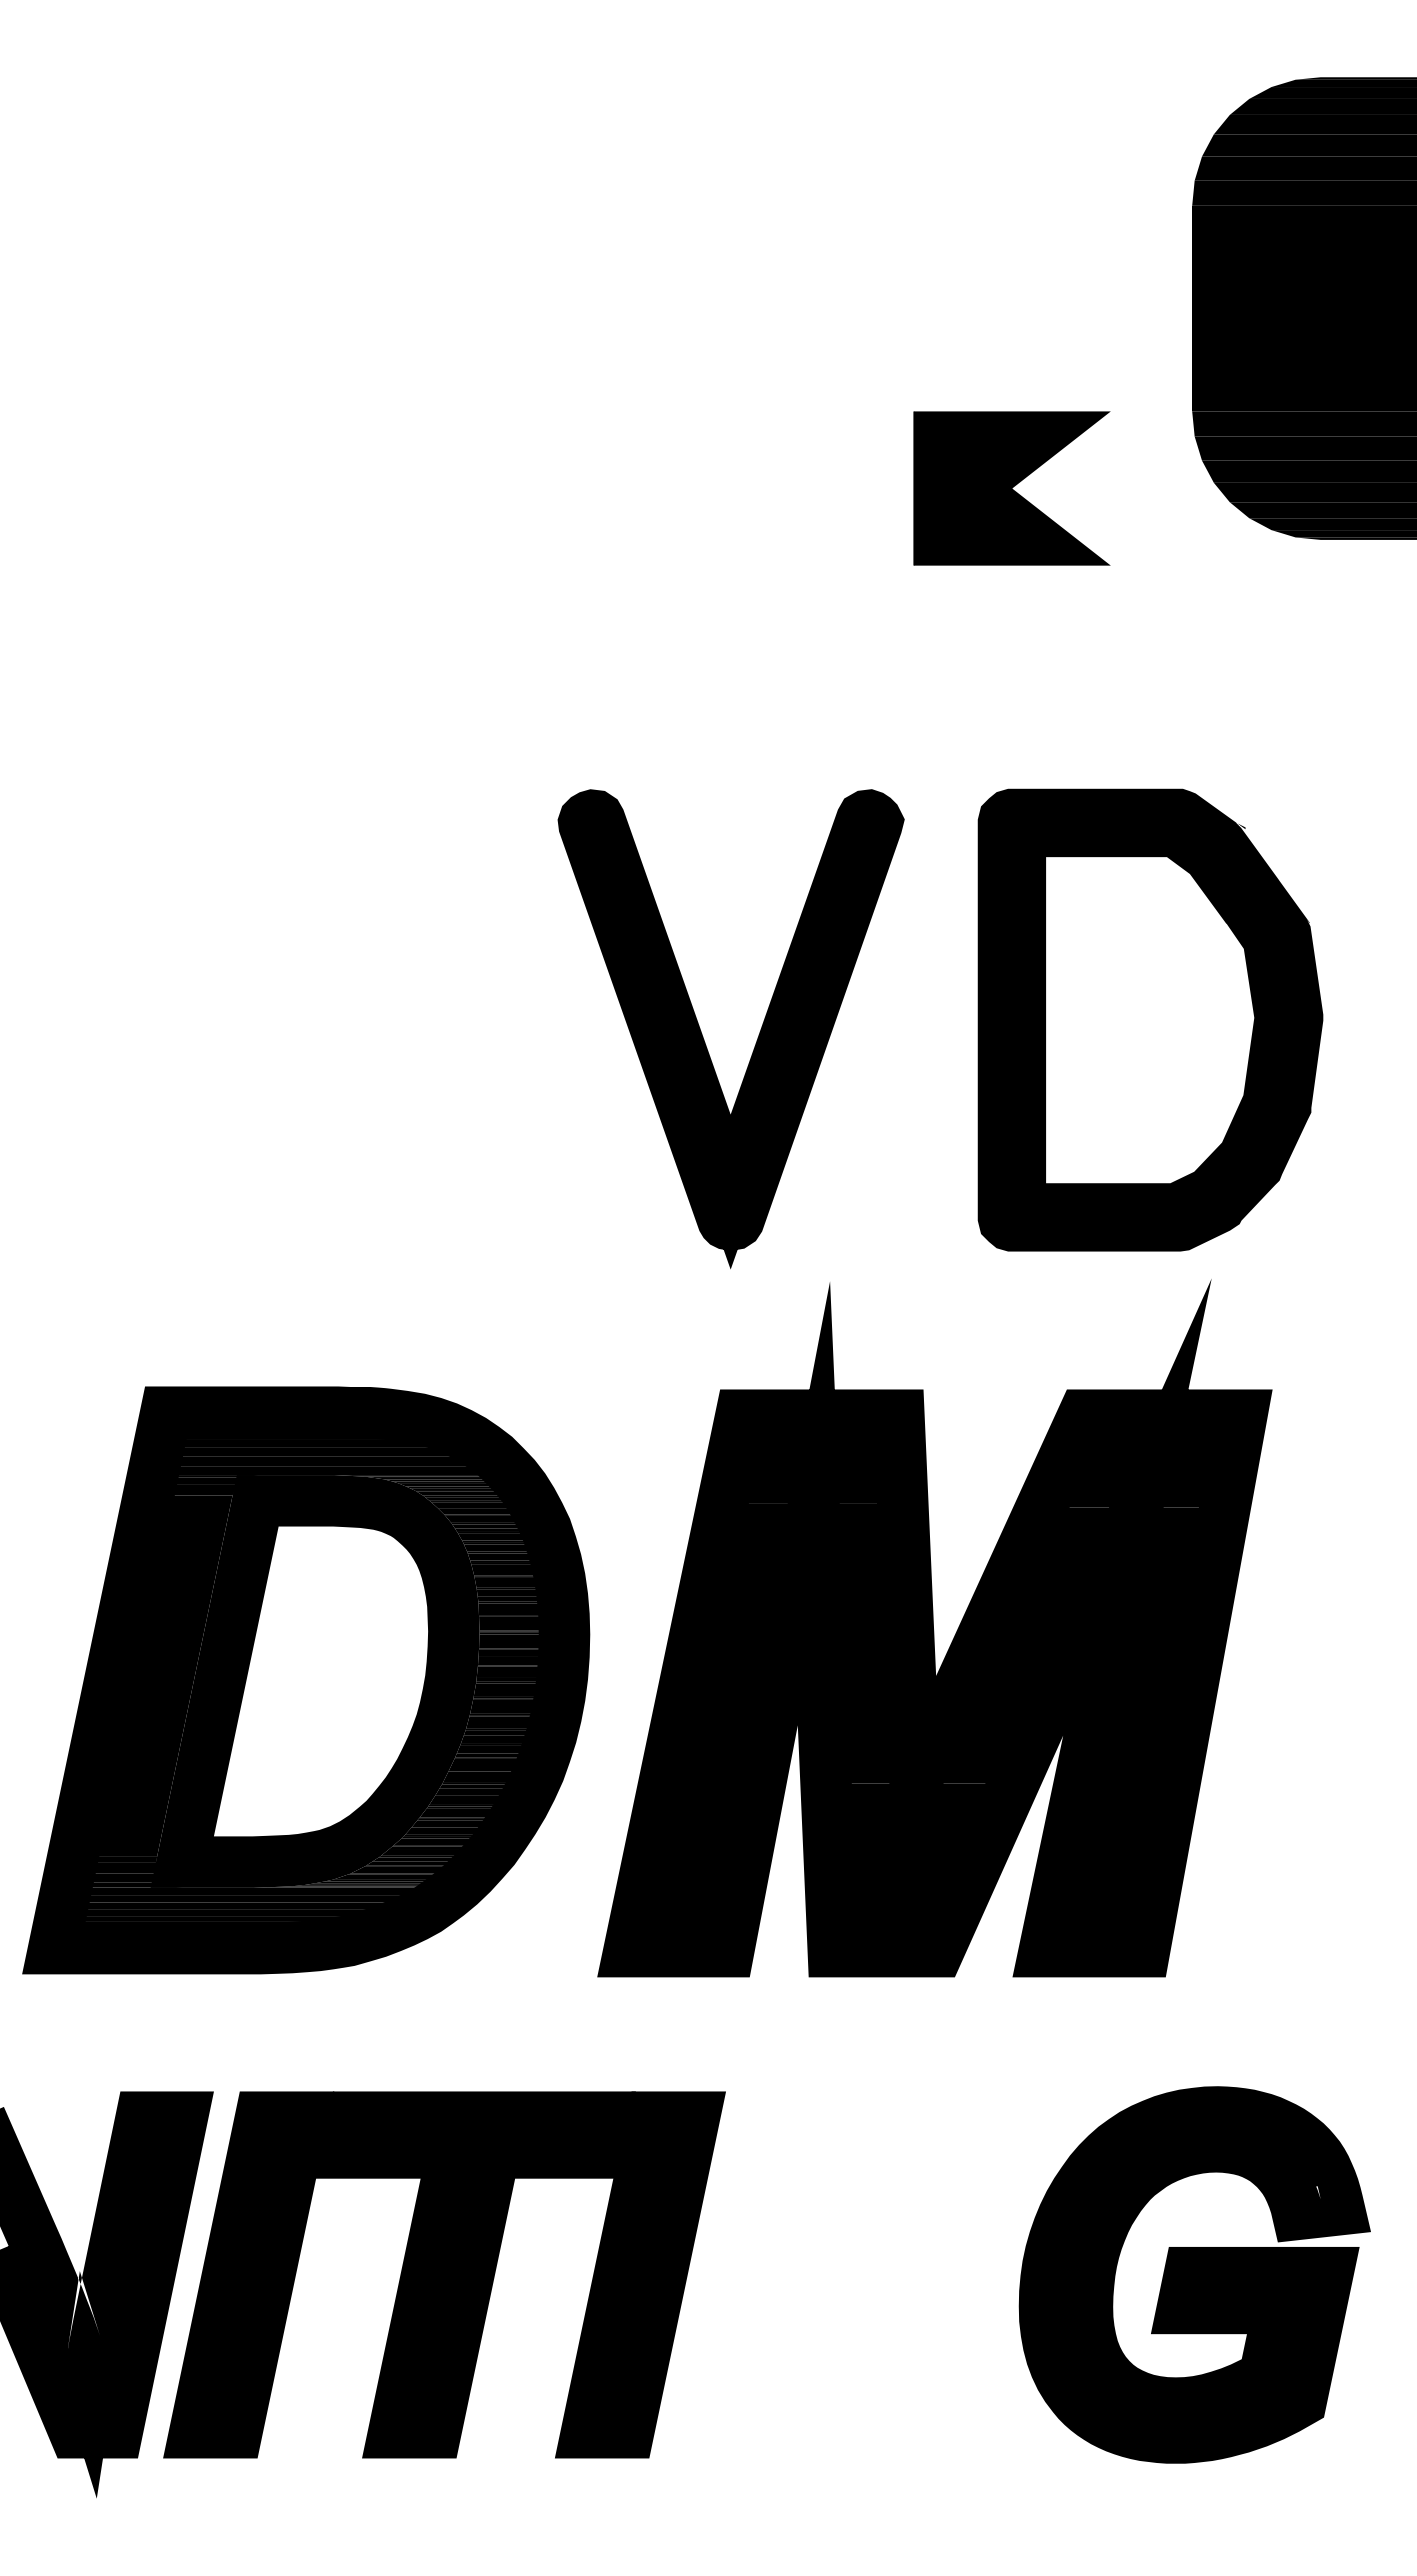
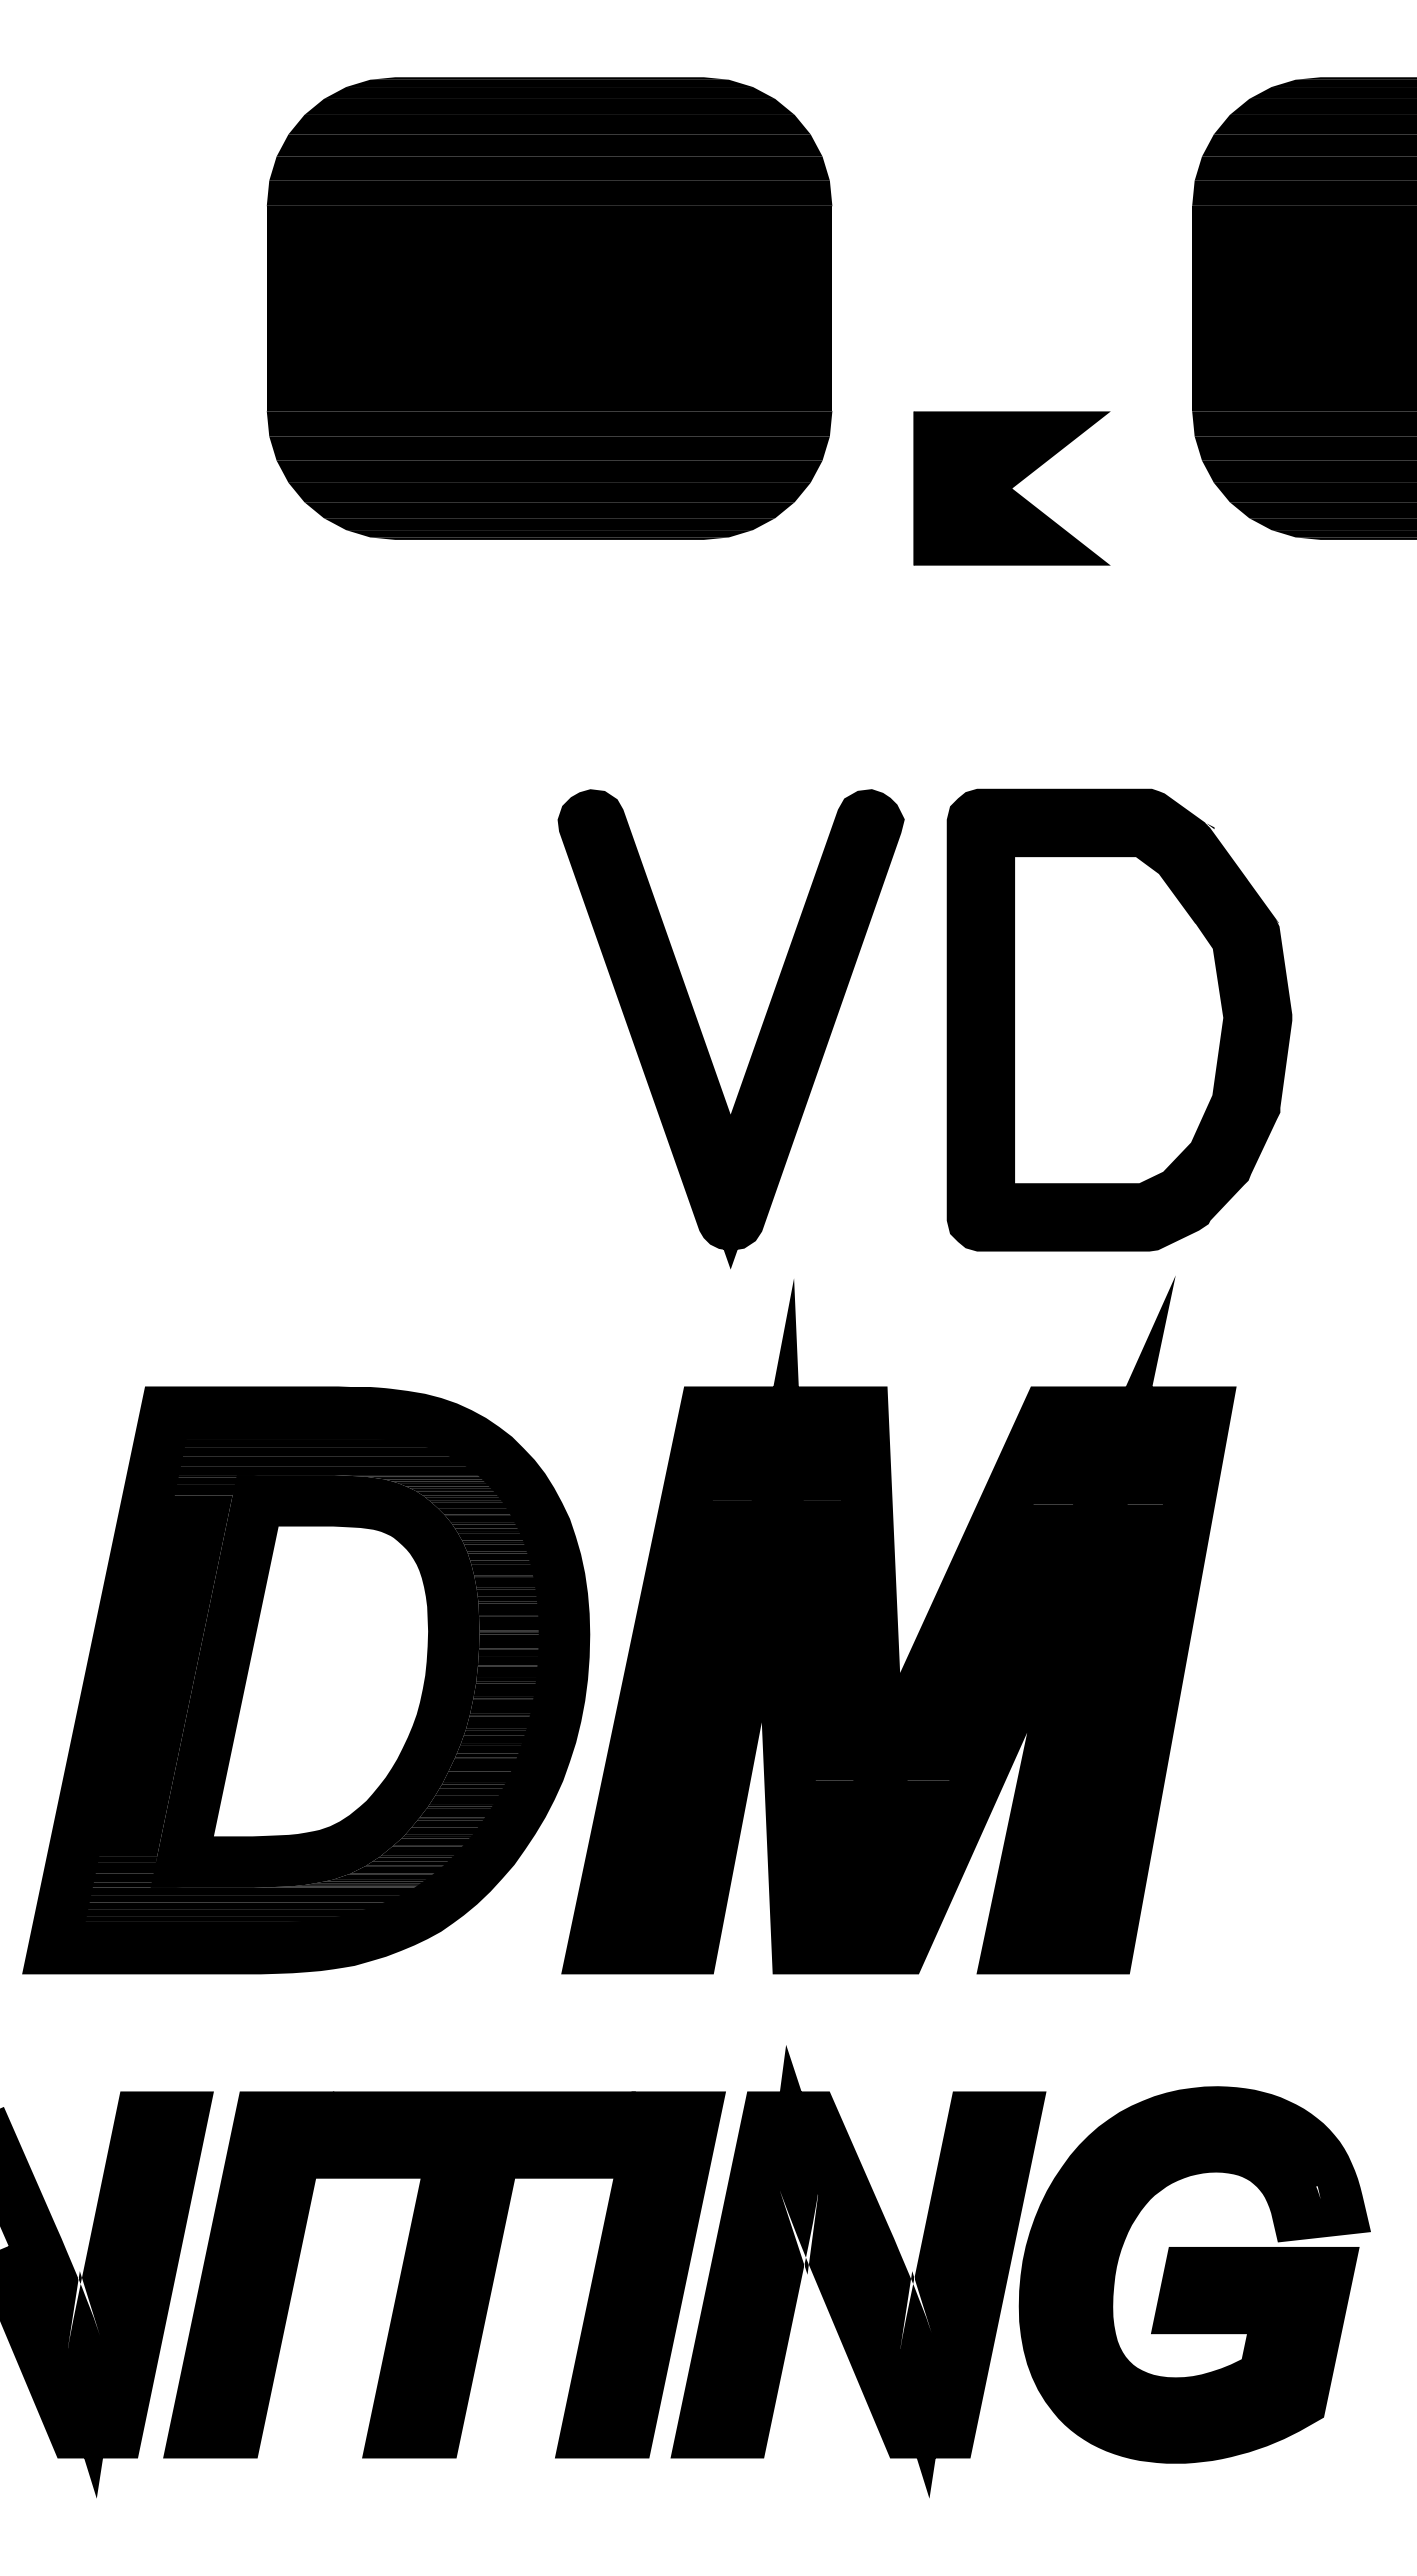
part at (549, 308): none -> present
part at (1150, 1019) position: (1150, 1019) -> (1119, 1019)
part at (934, 1628) position: (934, 1628) -> (898, 1625)
part at (858, 2271): none -> present
